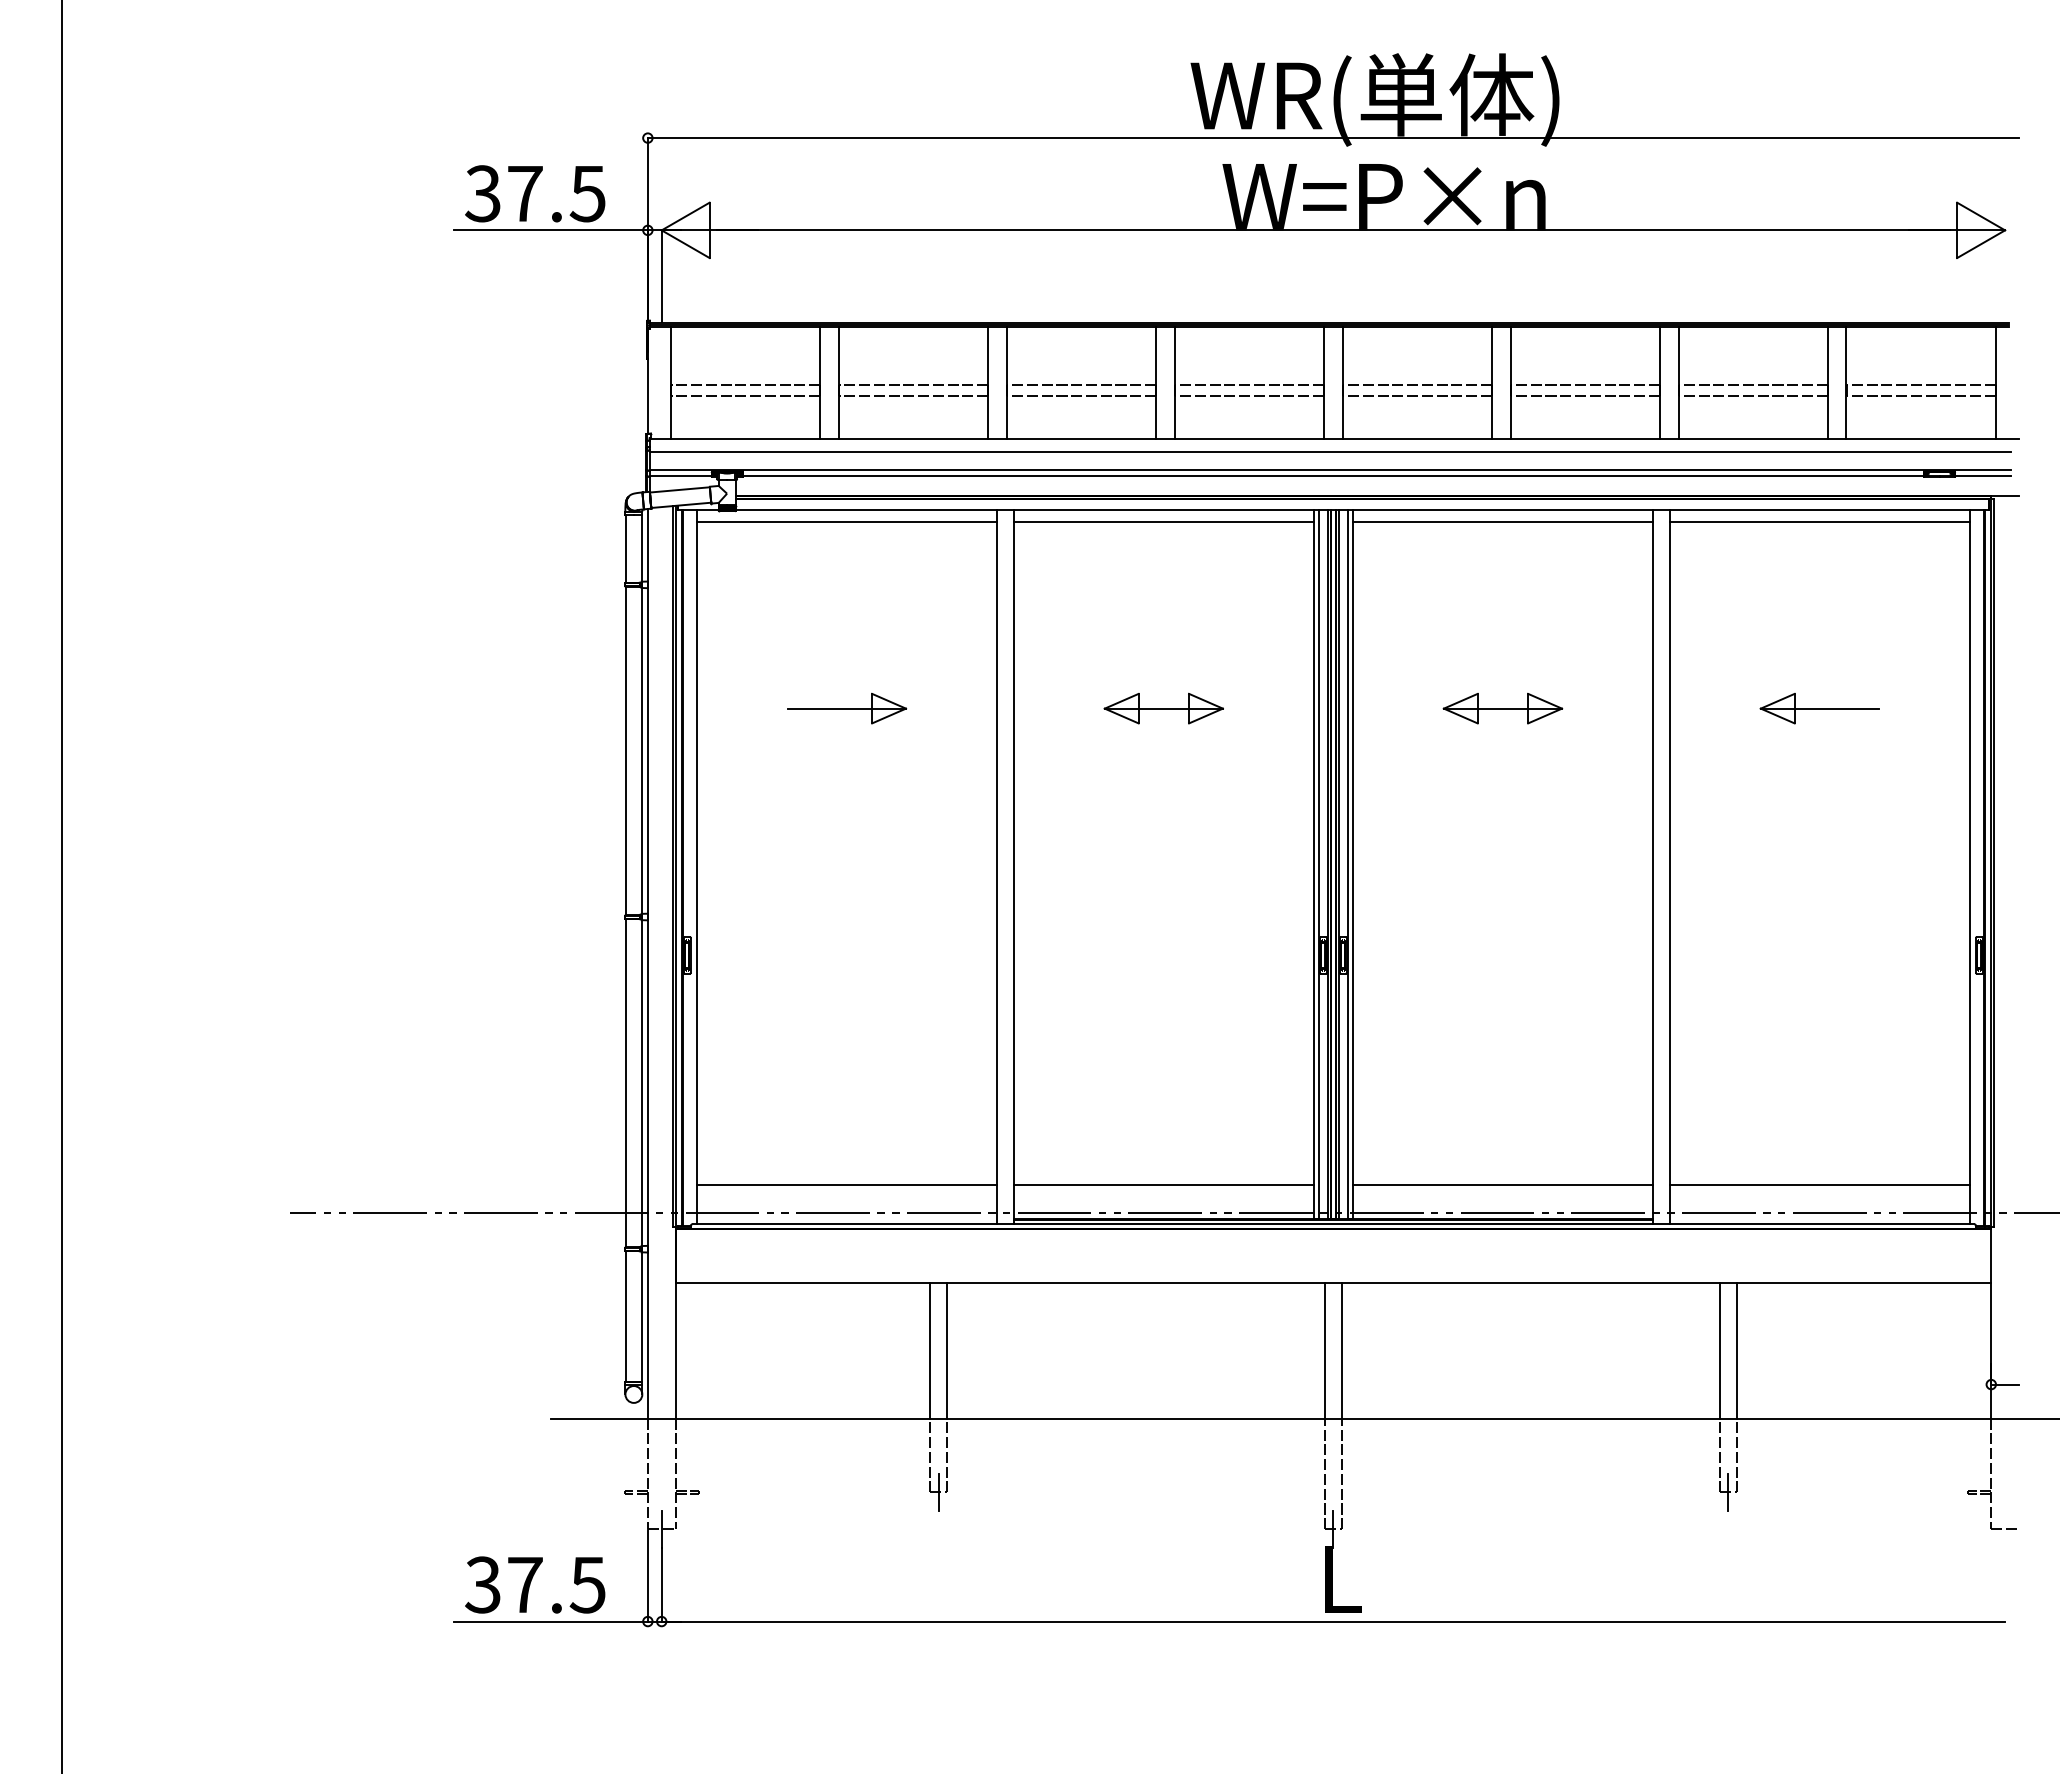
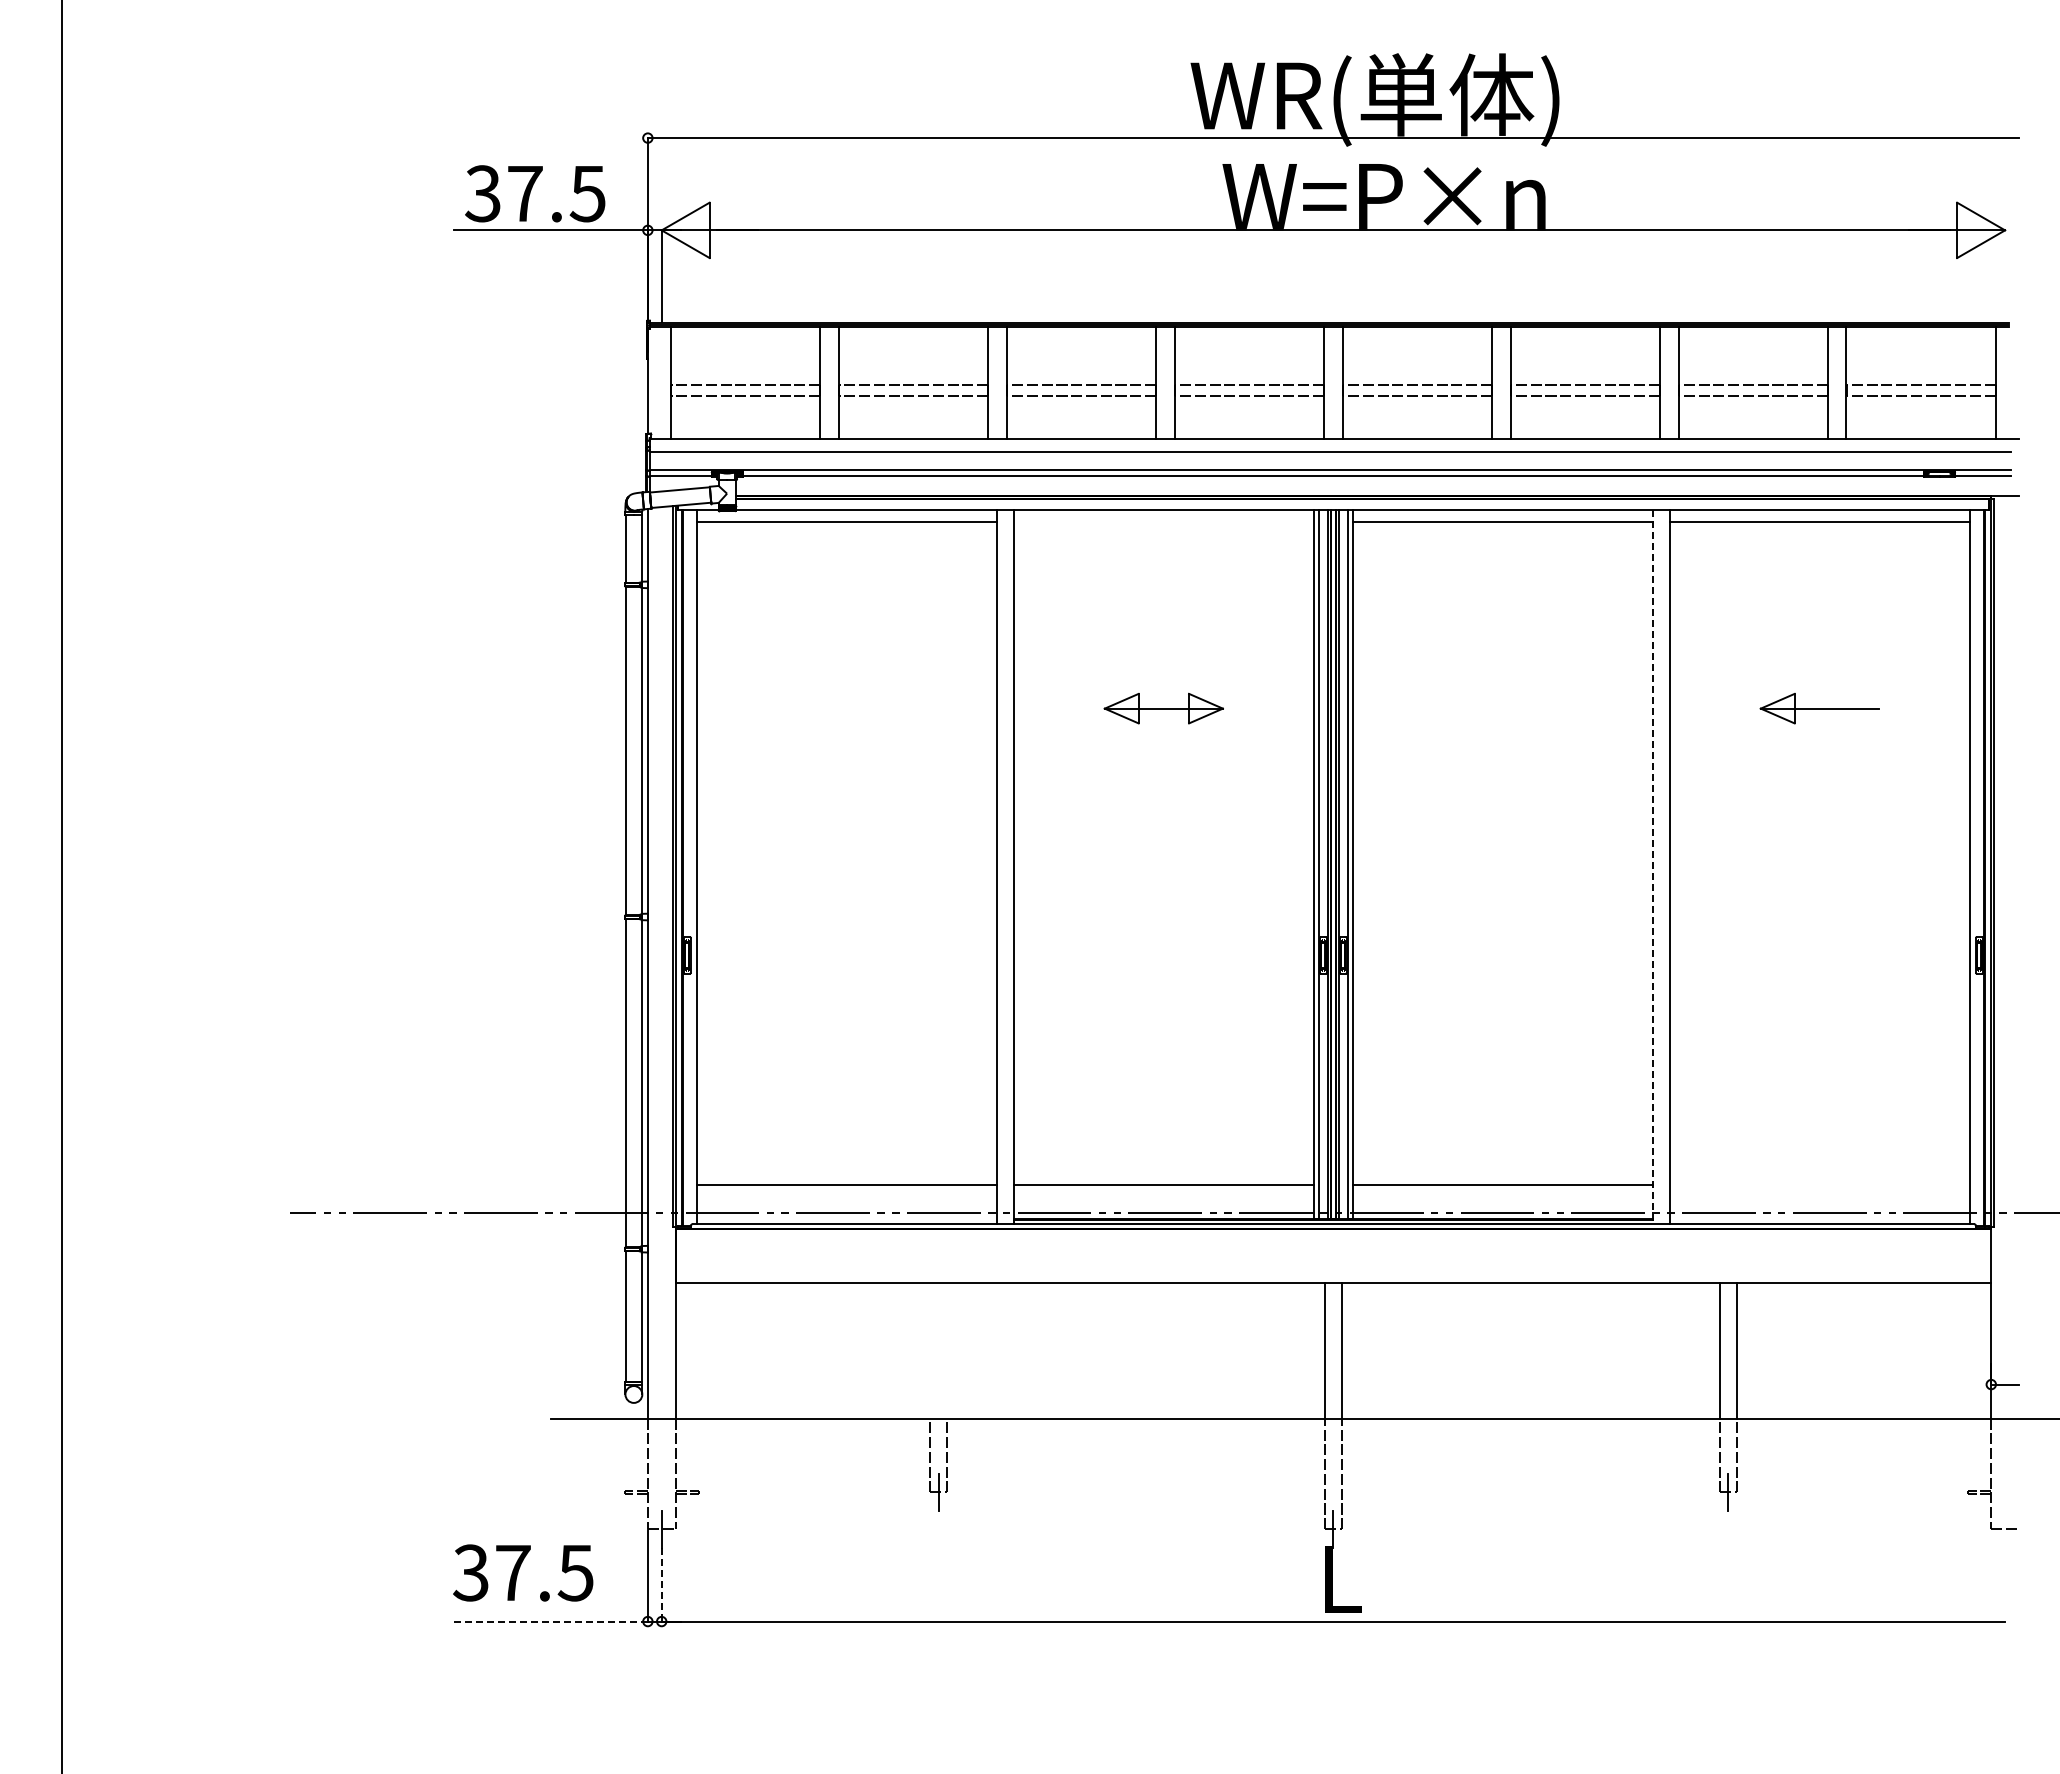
line at (1163, 521): present -> none
part at (847, 708): present -> none
part at (1502, 708): present -> none
line at (1653, 867): solid -> dashed
line at (1819, 1184): present -> none
line at (930, 1350): present -> none
line at (946, 1350): present -> none
text at (535, 1584) position: (535, 1584) -> (523, 1572)
line at (661, 1585): solid -> dashed
line at (550, 1621): solid -> dashed
